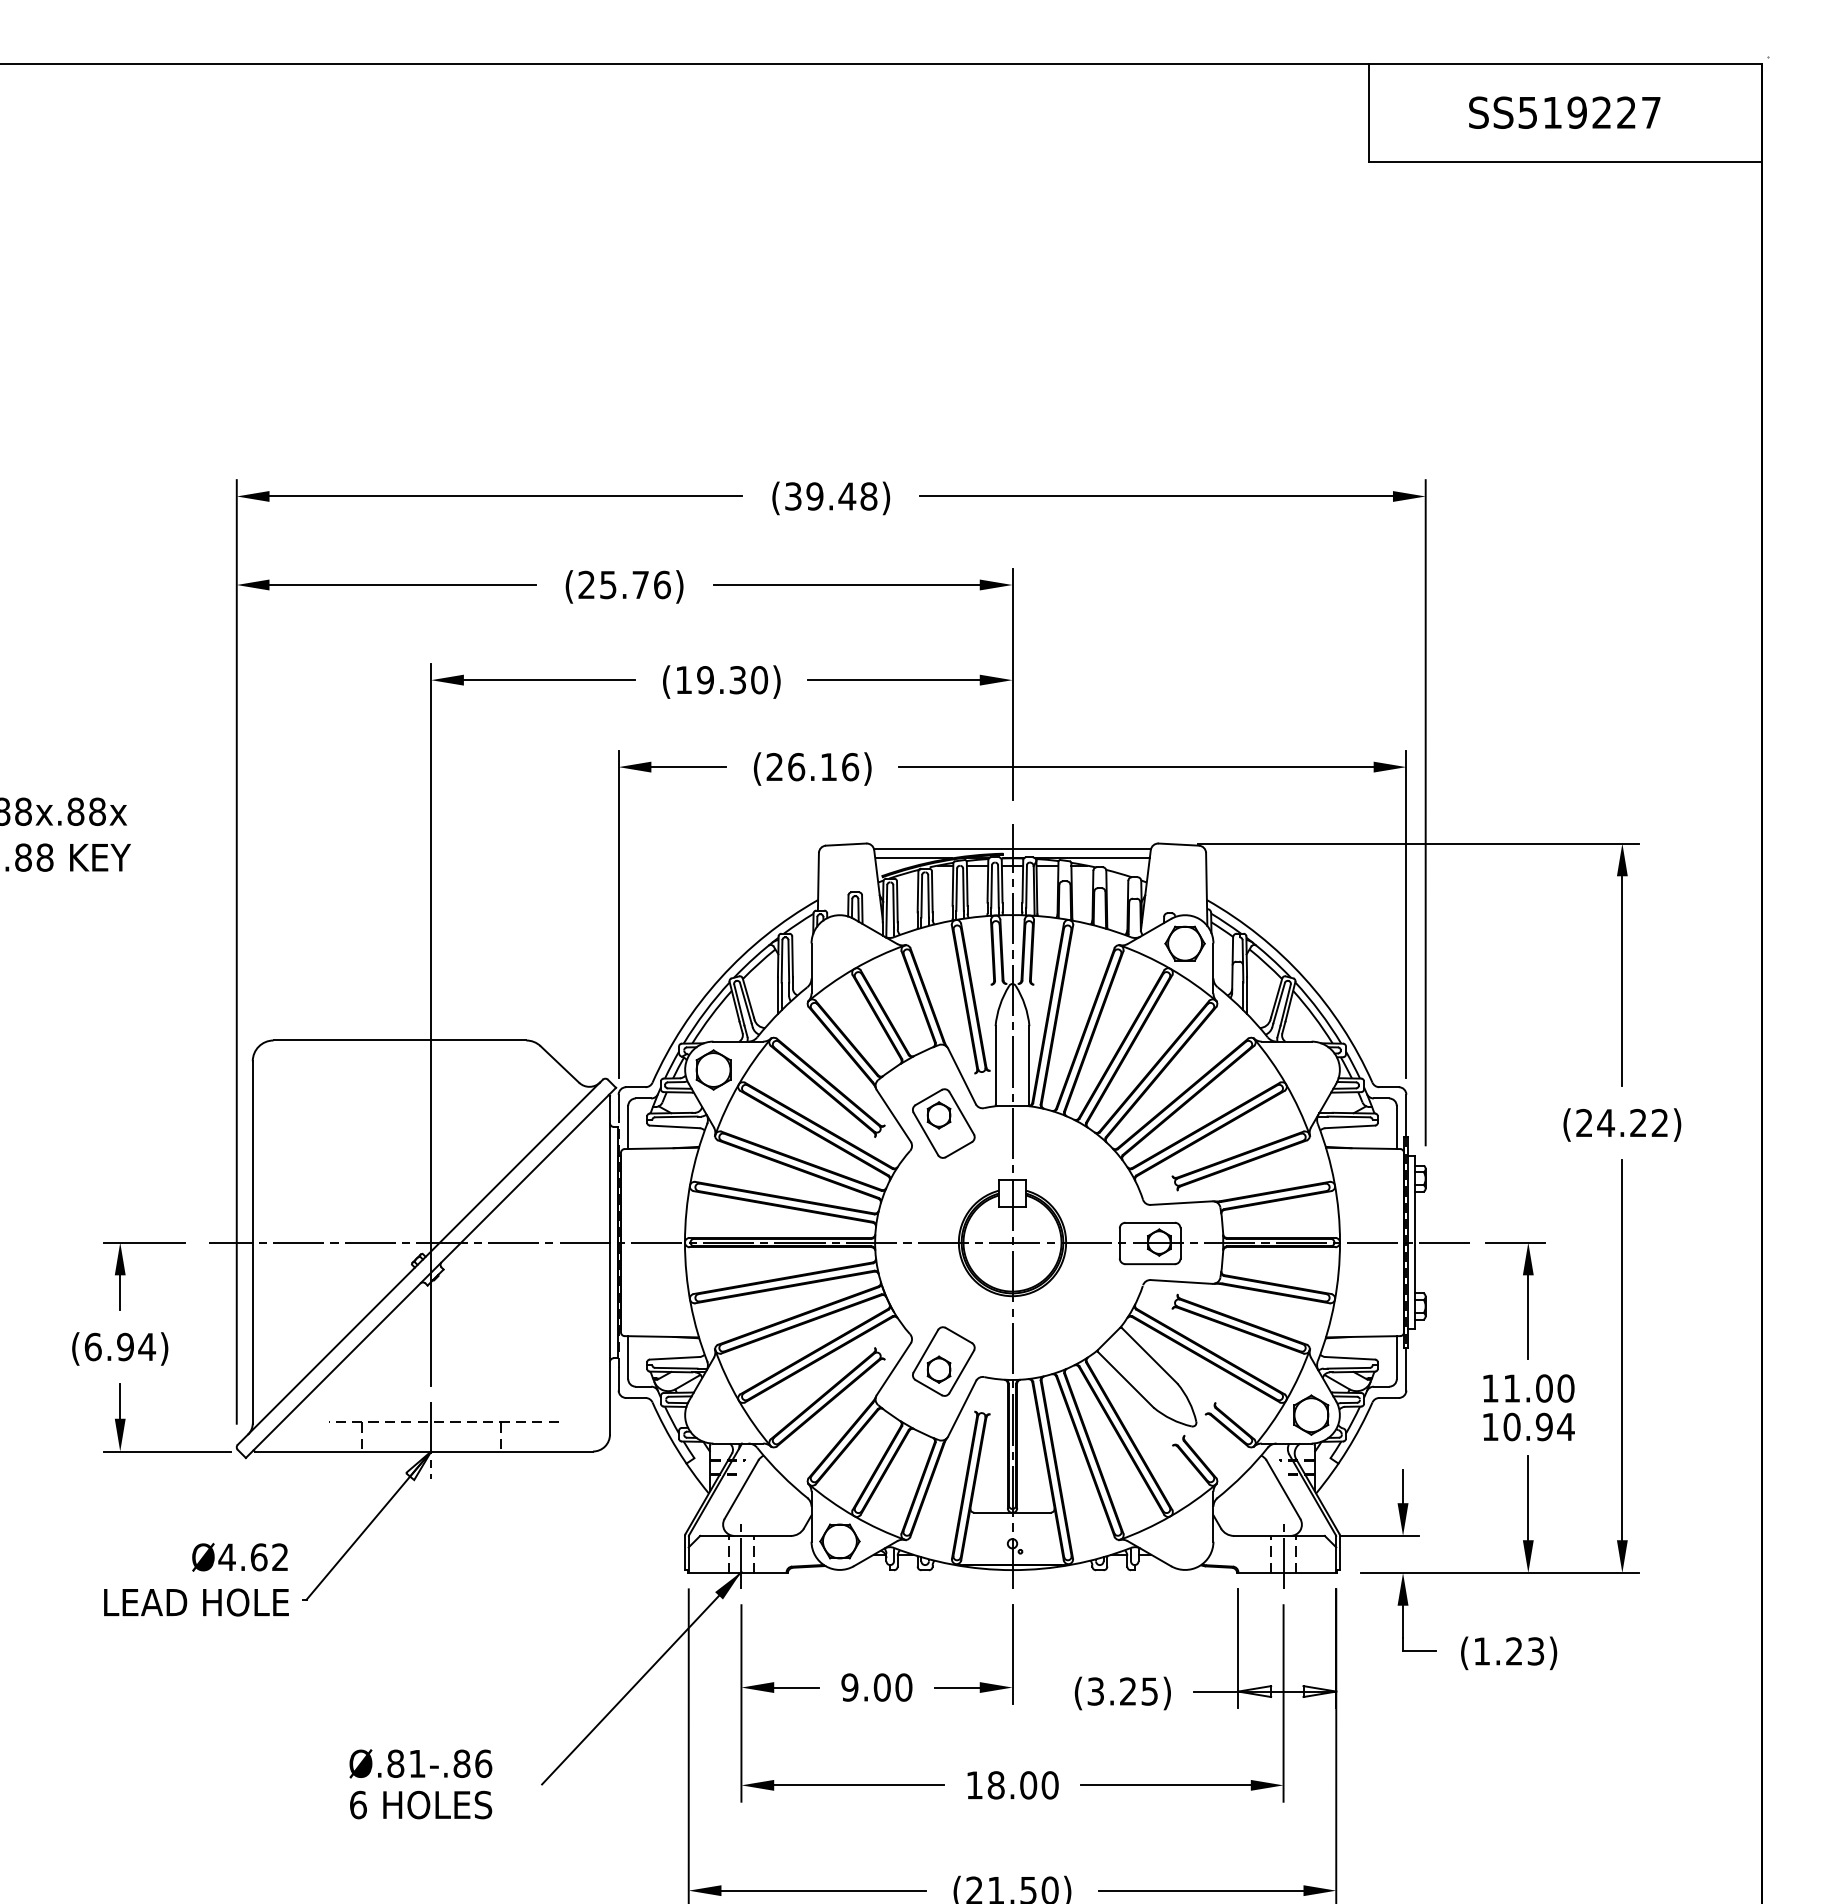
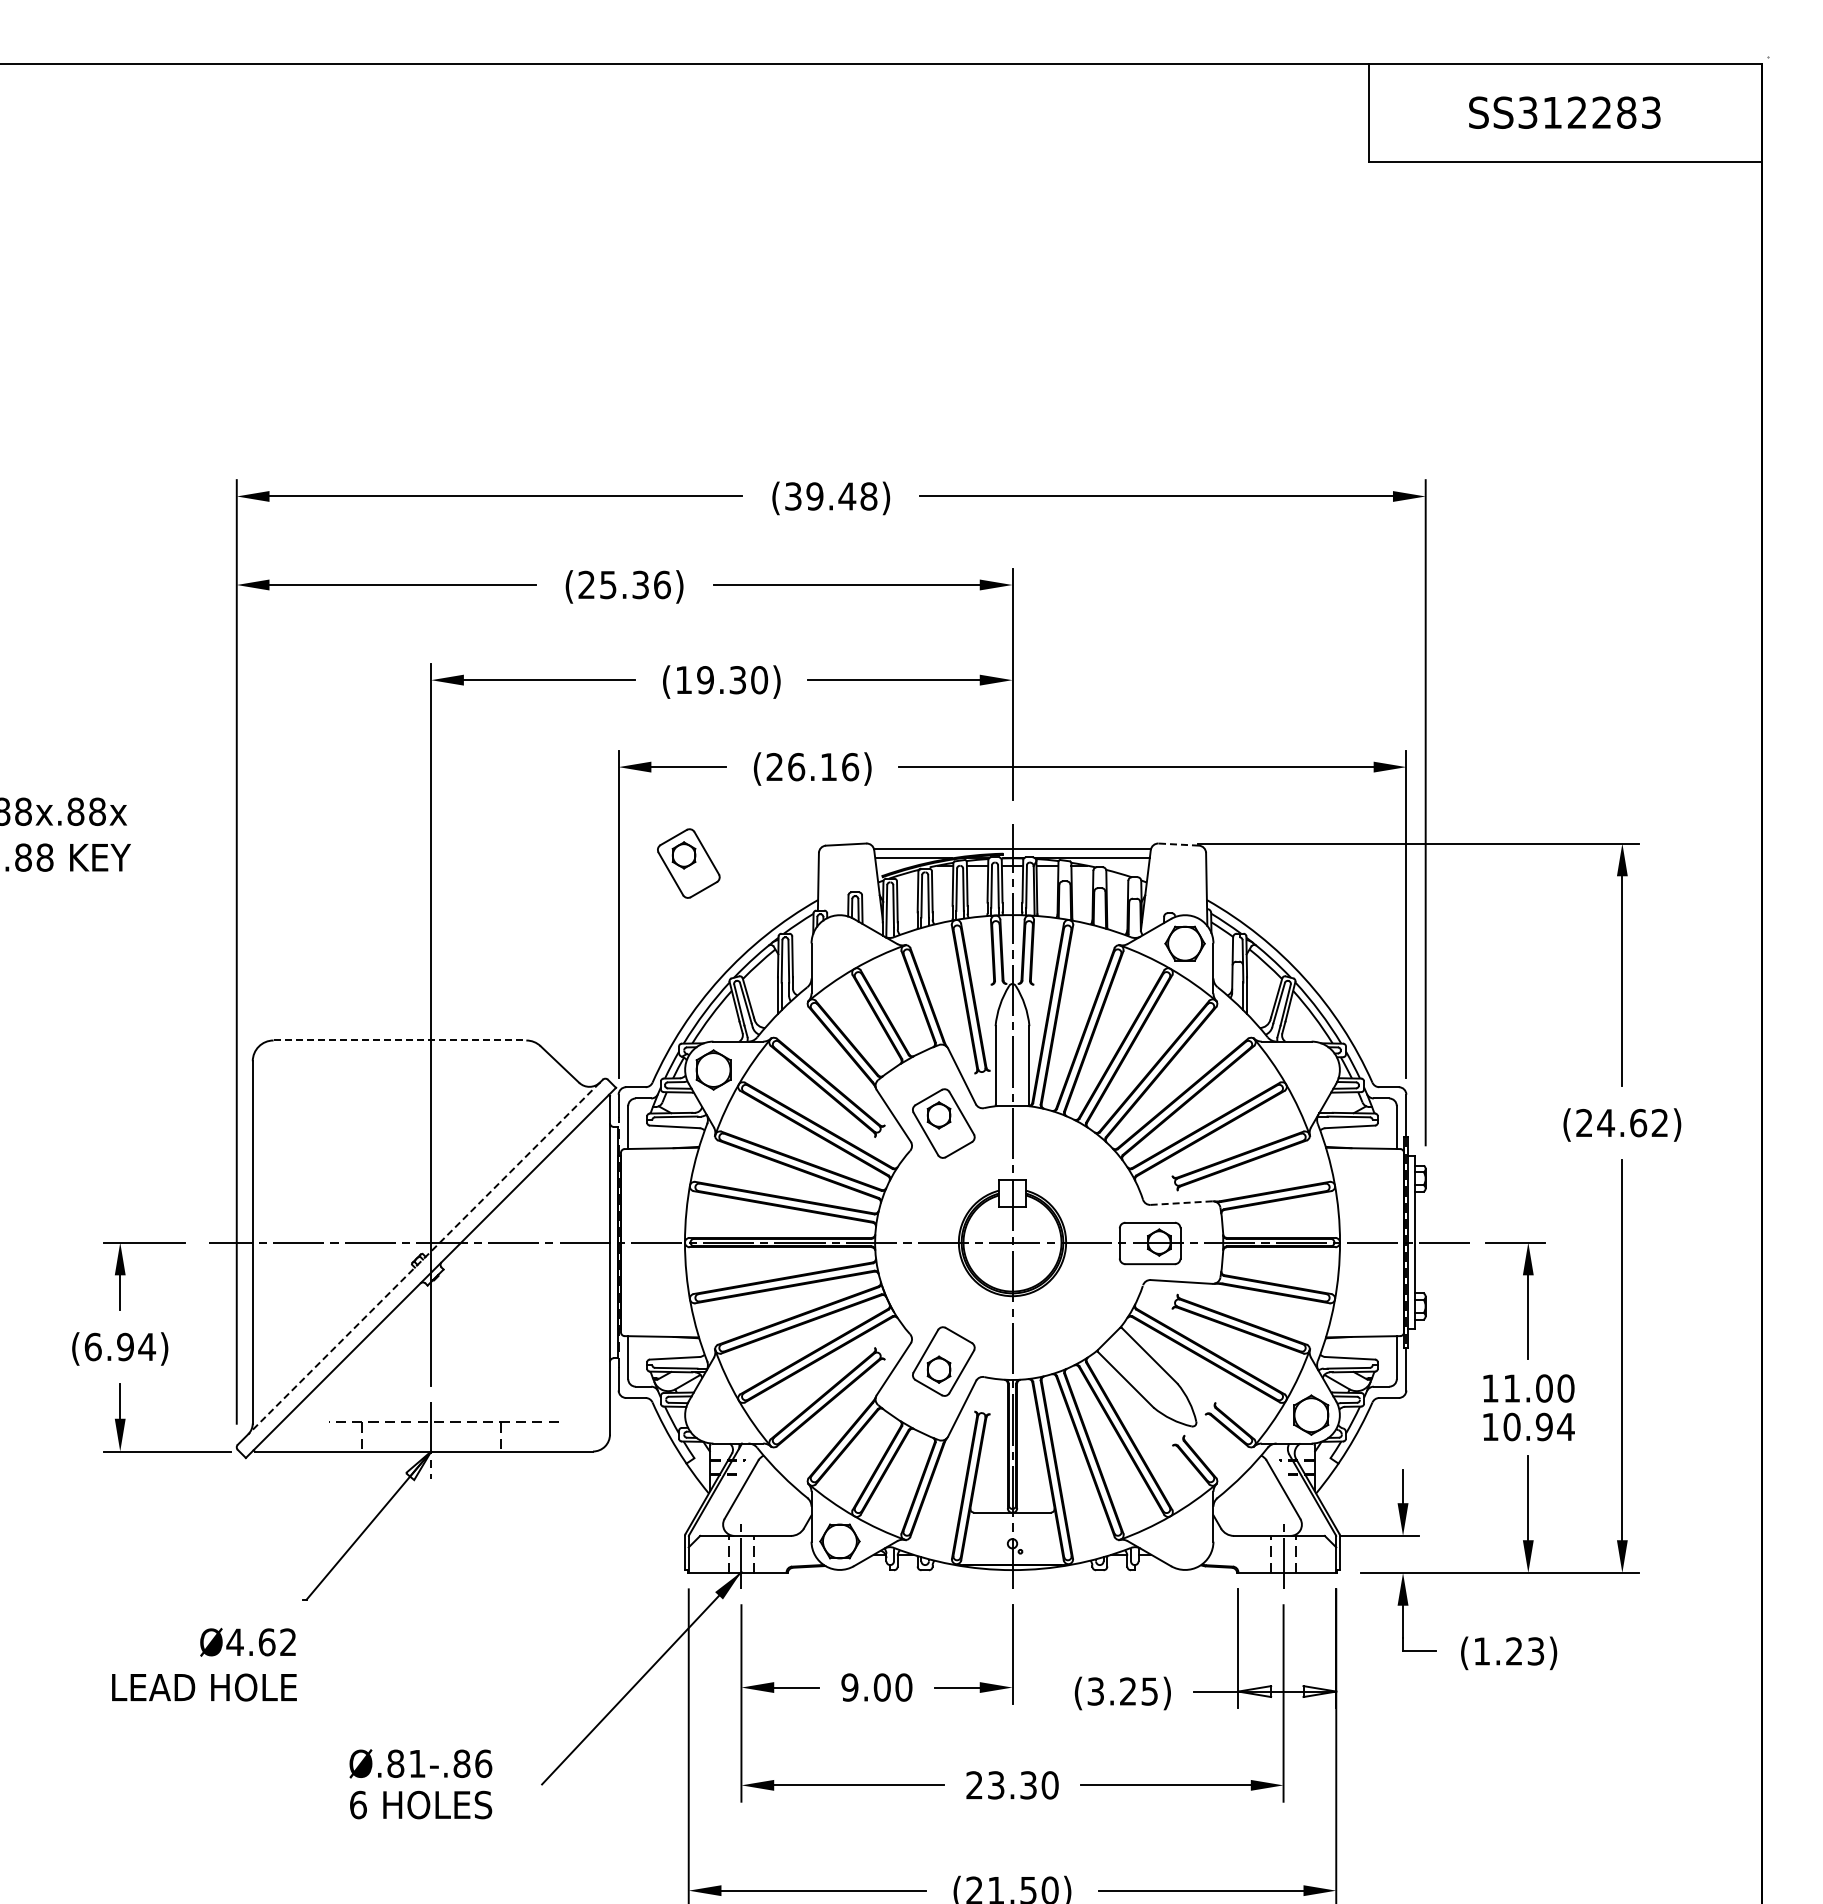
text at (1589, 112): SS519227 -> SS312283
text at (640, 584): (25.76) -> (25.36)
line at (1178, 844): solid -> dashed
part at (688, 863): none -> present
line at (400, 1040): solid -> dashed
text at (1638, 1122): (24.22) -> (24.62)
line at (1181, 1203): solid -> dashed
line at (424, 1258): solid -> dashed
text at (196, 1579) position: (196, 1579) -> (204, 1664)
text at (1001, 1785): 18.00 -> 23.30
